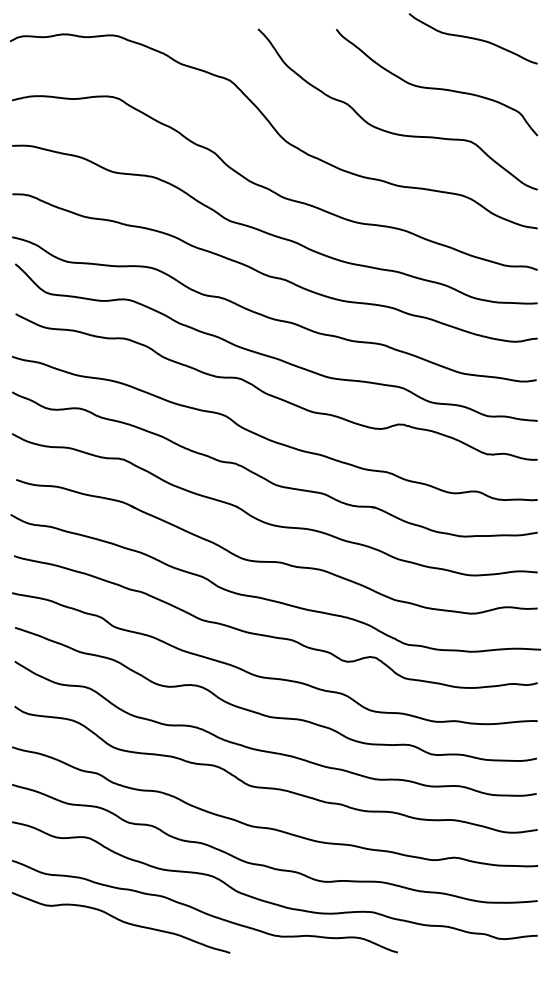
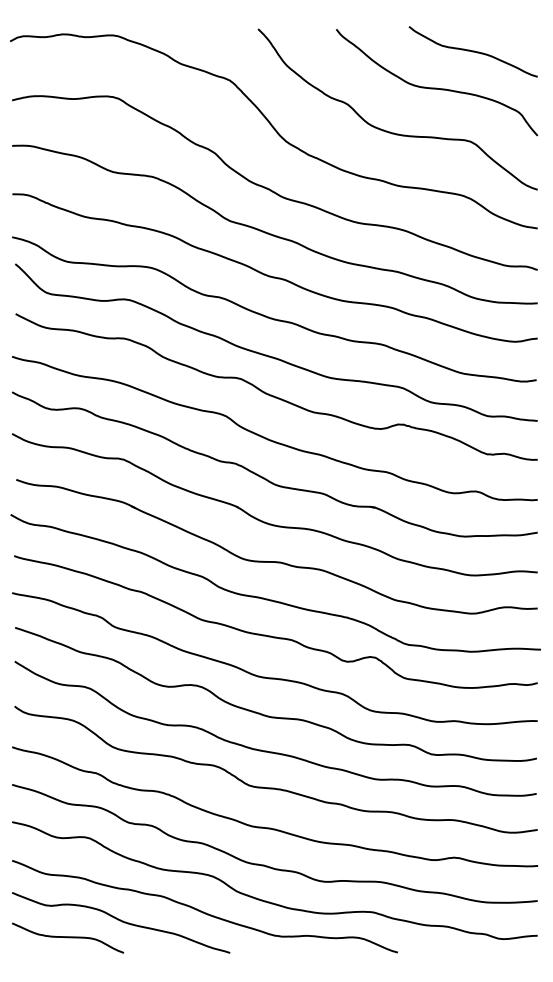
curve at (472, 38) position: (472, 38) -> (472, 51)
curve at (68, 937): none -> present
